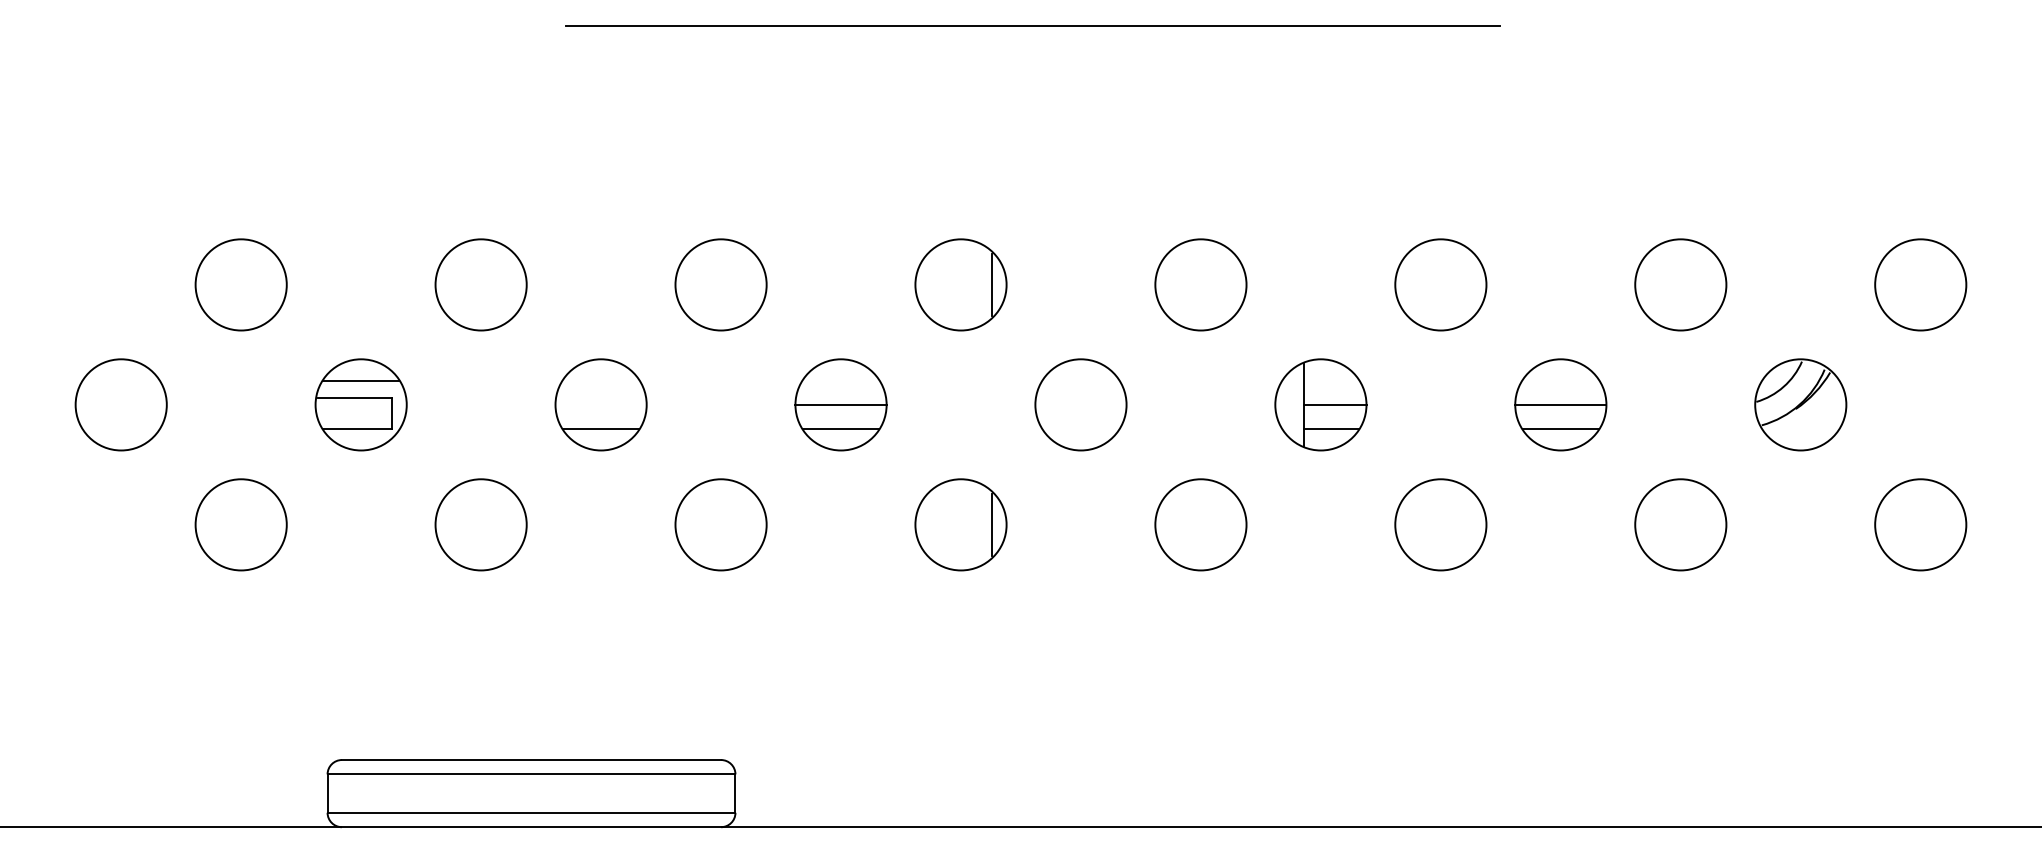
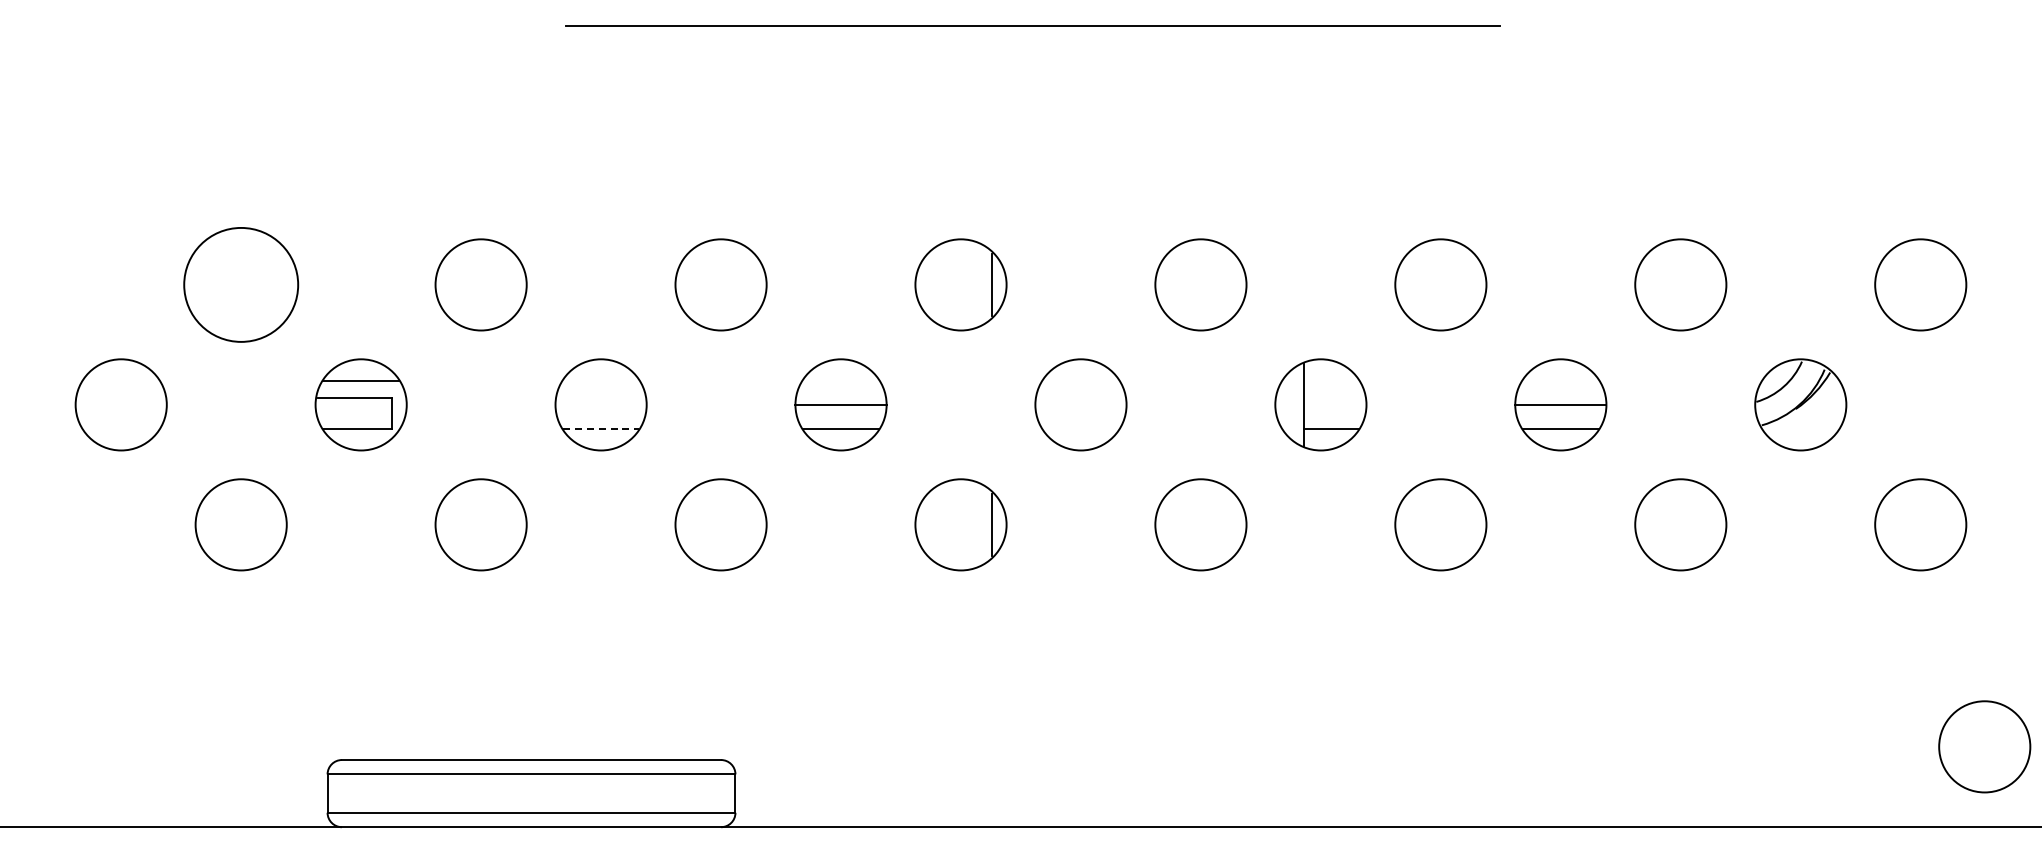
circle at (240, 284) diameter: 91 px -> 114 px
line at (1335, 404): present -> none
line at (601, 428): solid -> dashed
circle at (1984, 746): none -> present
